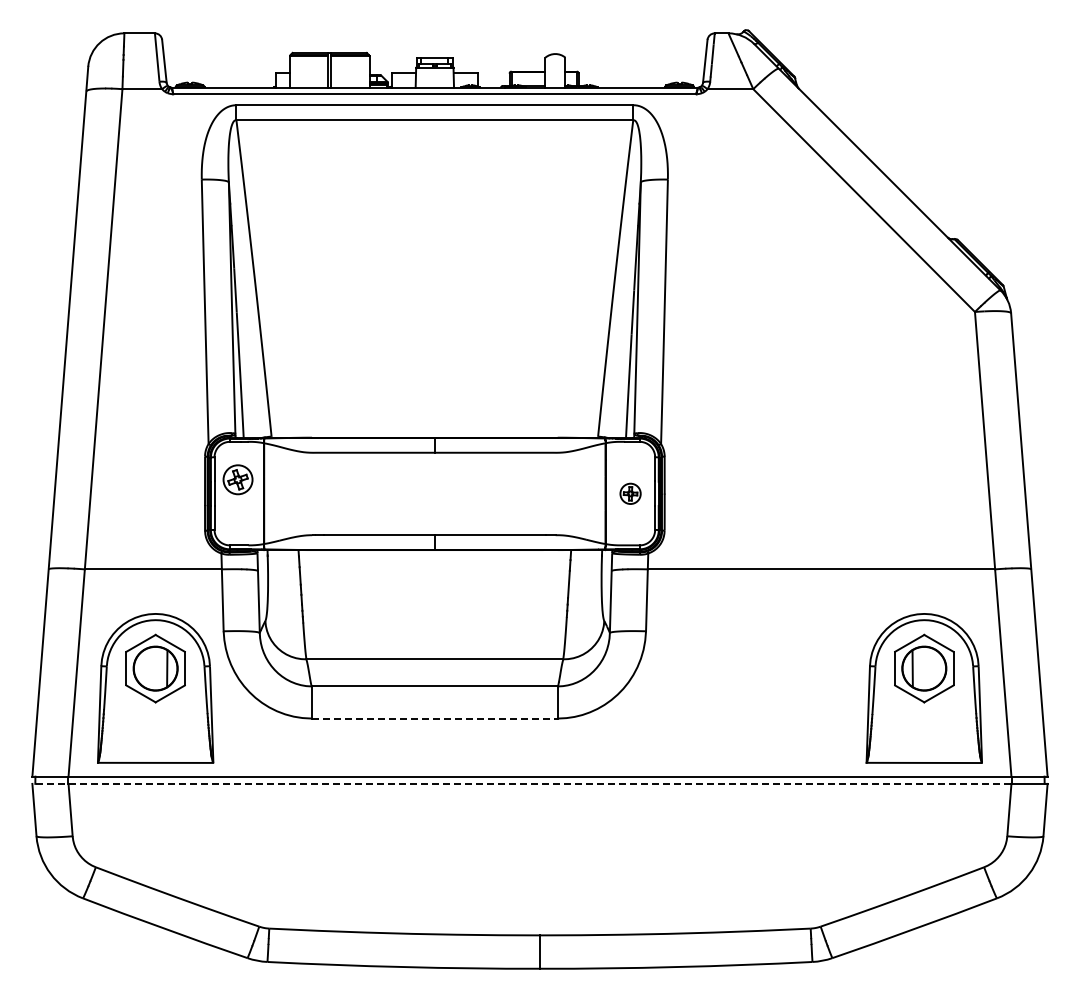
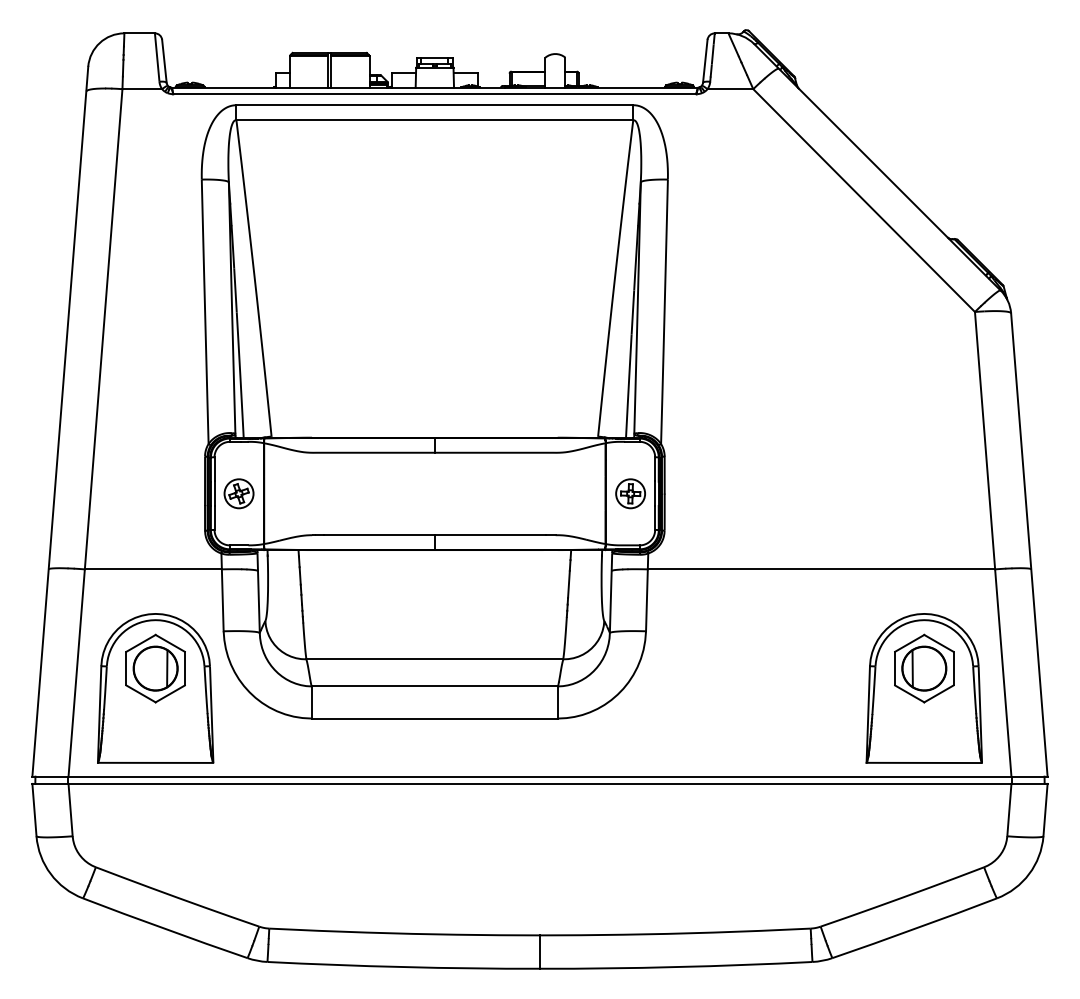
part at (237, 479) position: (237, 479) -> (238, 493)
part at (630, 493) size: 23x23 px -> 31x32 px
line at (435, 718): dashed -> solid
line at (521, 783): dashed -> solid
